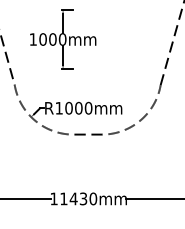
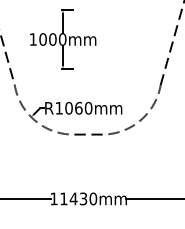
text at (78, 107): R1000mm -> R1060mm
